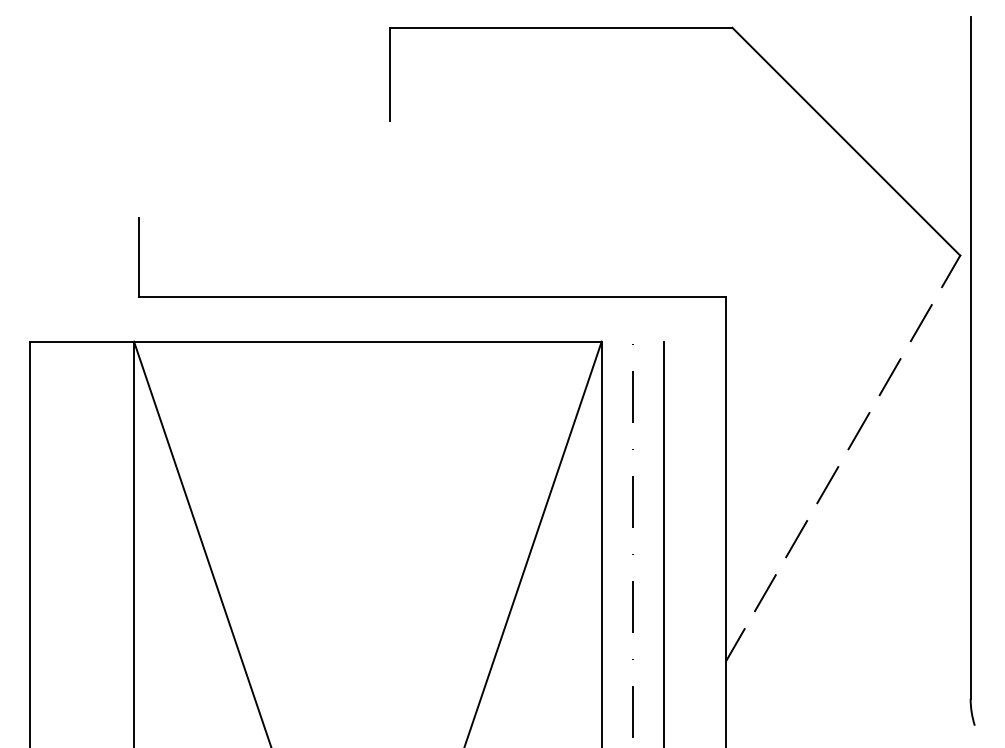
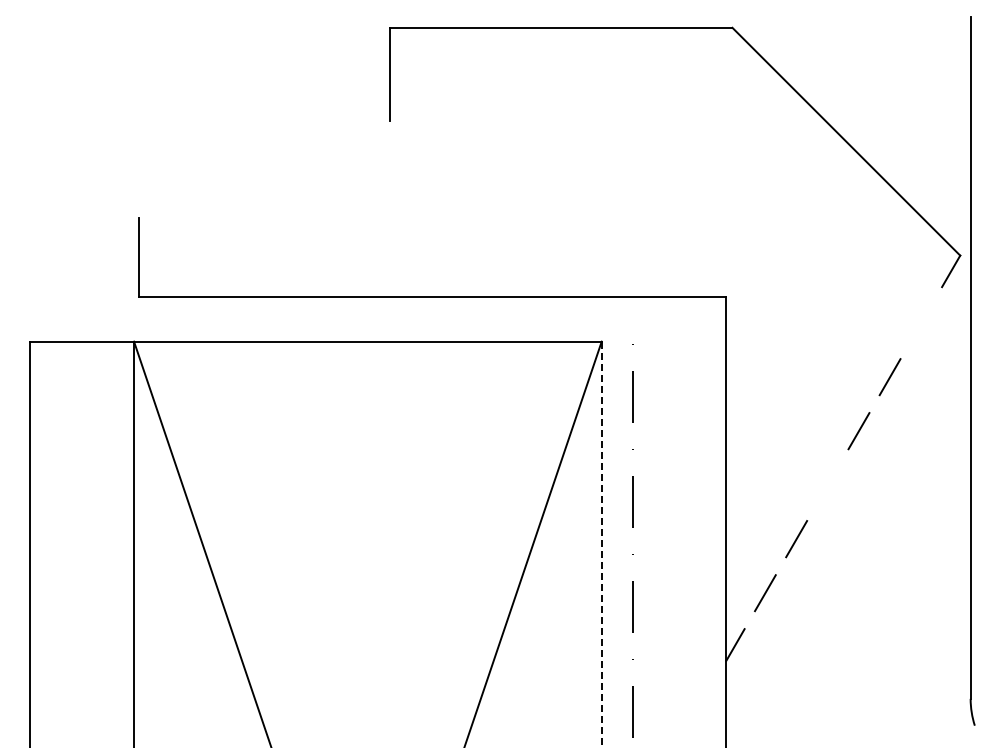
line at (920, 323): present -> none
line at (827, 485): present -> none
line at (664, 542): present -> none
line at (601, 544): solid -> dashed
